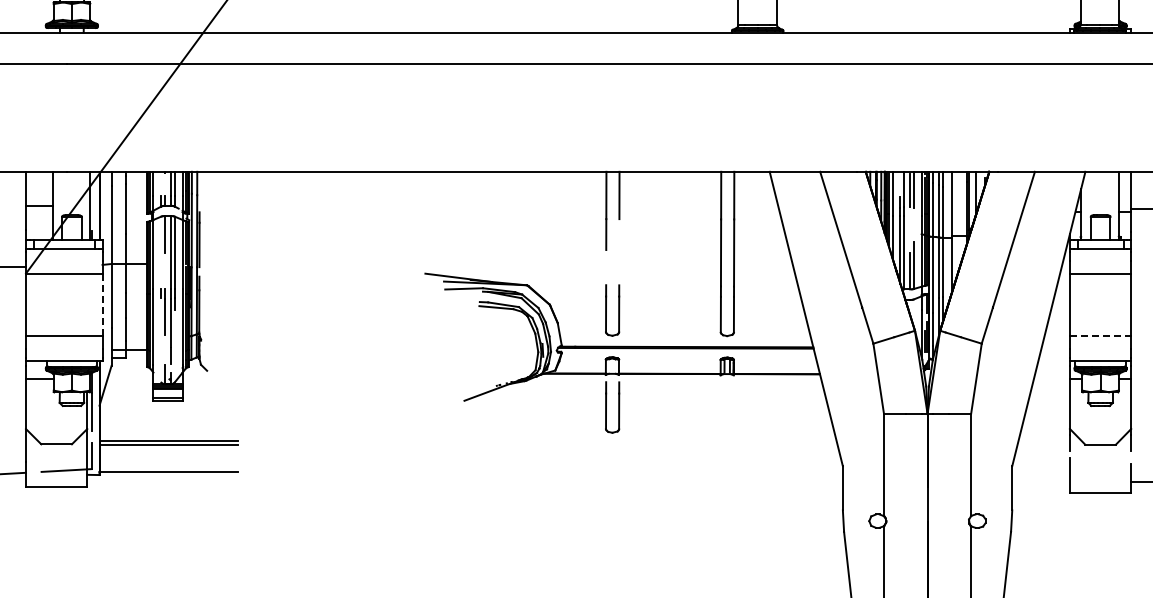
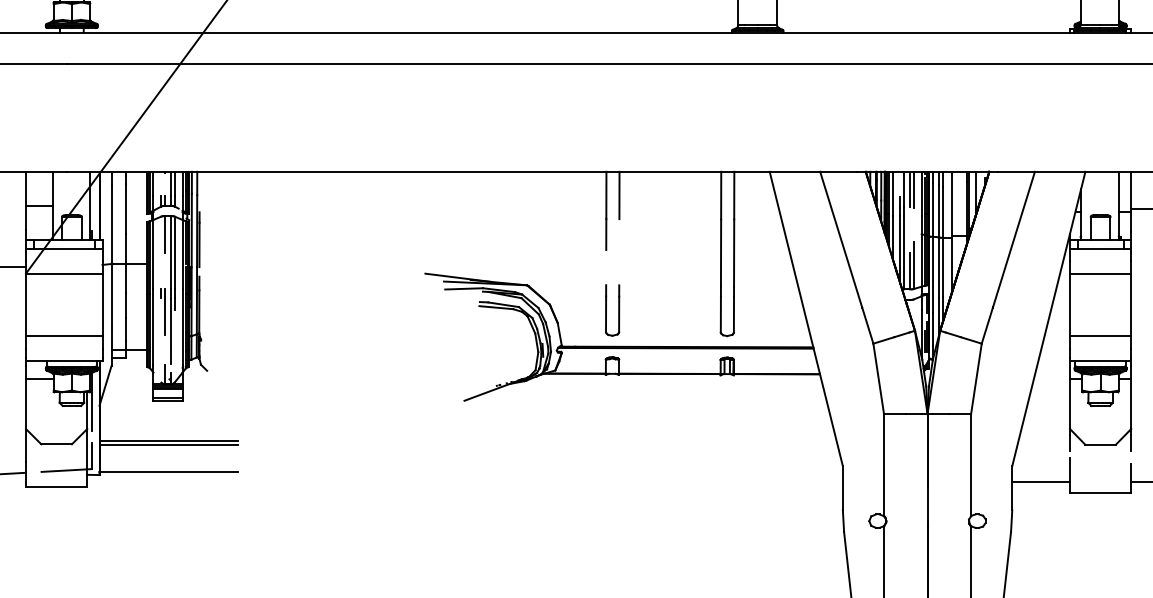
line at (102, 305): dashed -> solid
line at (1100, 336): dashed -> solid
part at (612, 407): present -> none
line at (1040, 482): none -> present
